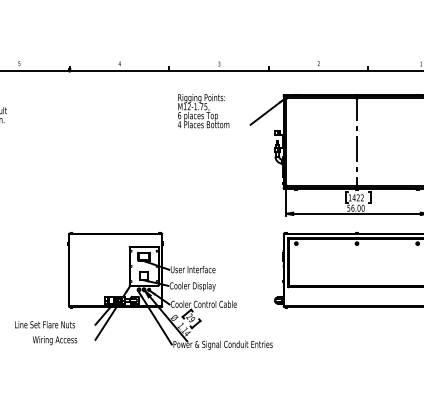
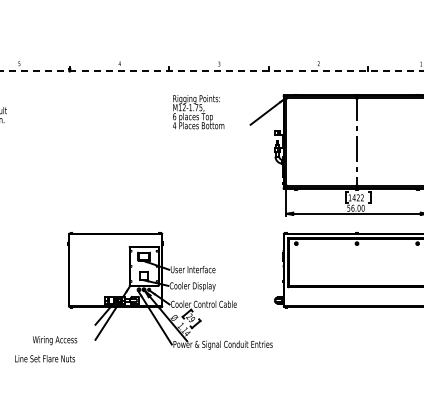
line at (212, 71): solid -> dashed
text at (203, 111) position: (203, 111) -> (198, 112)
text at (44, 324) position: (44, 324) -> (44, 358)
